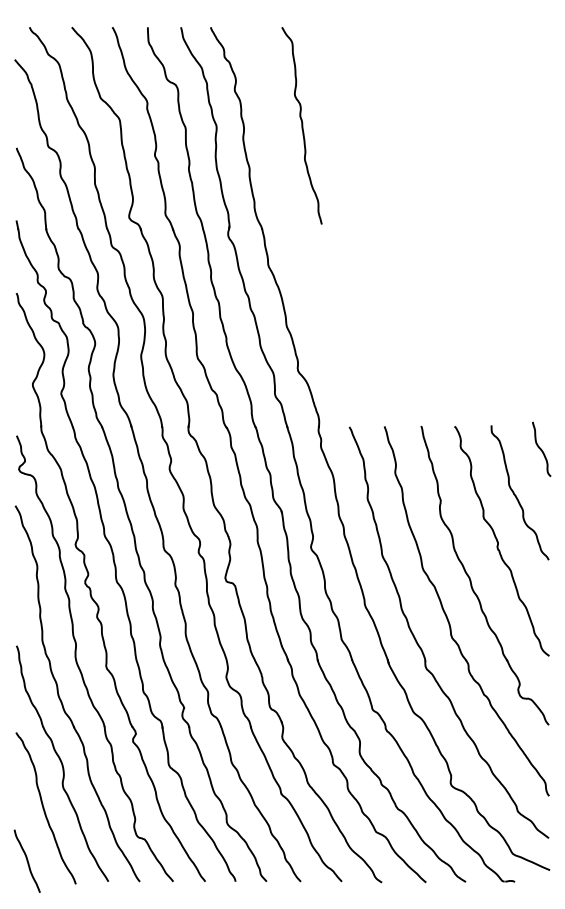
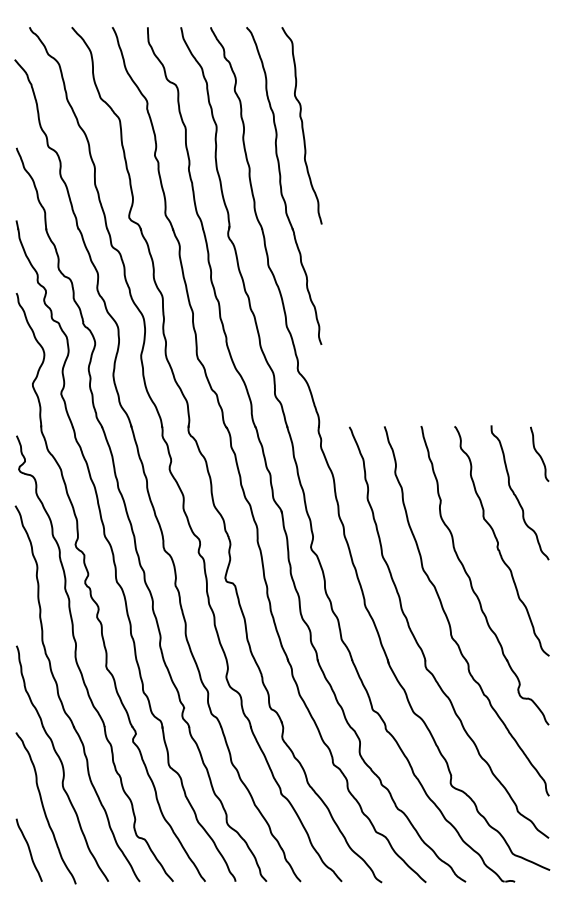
part at (284, 185): none -> present
curve at (541, 448) position: (541, 448) -> (539, 453)
curve at (26, 860) position: (26, 860) -> (28, 849)
